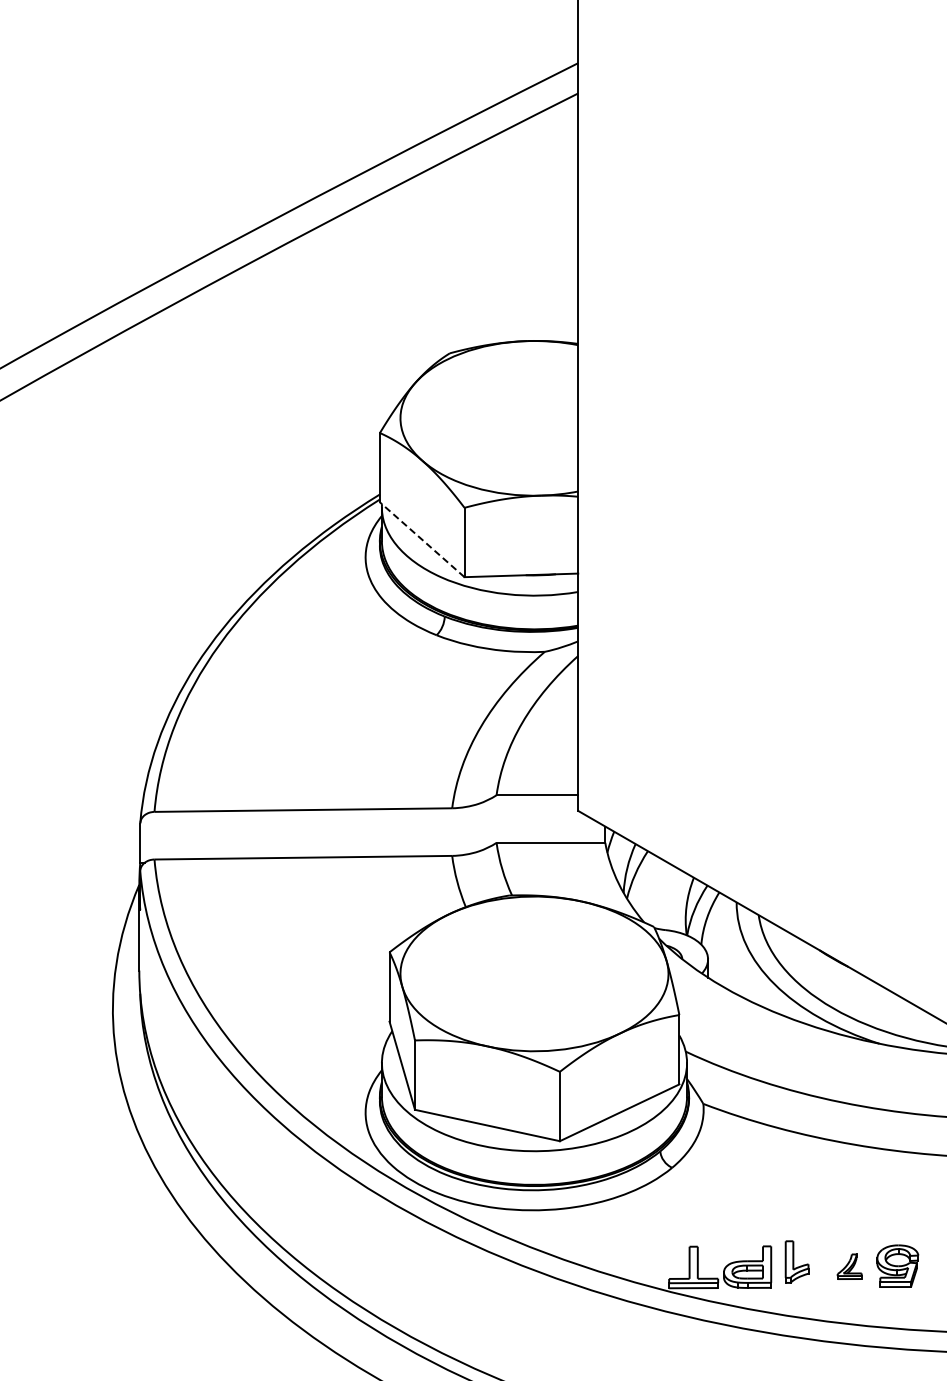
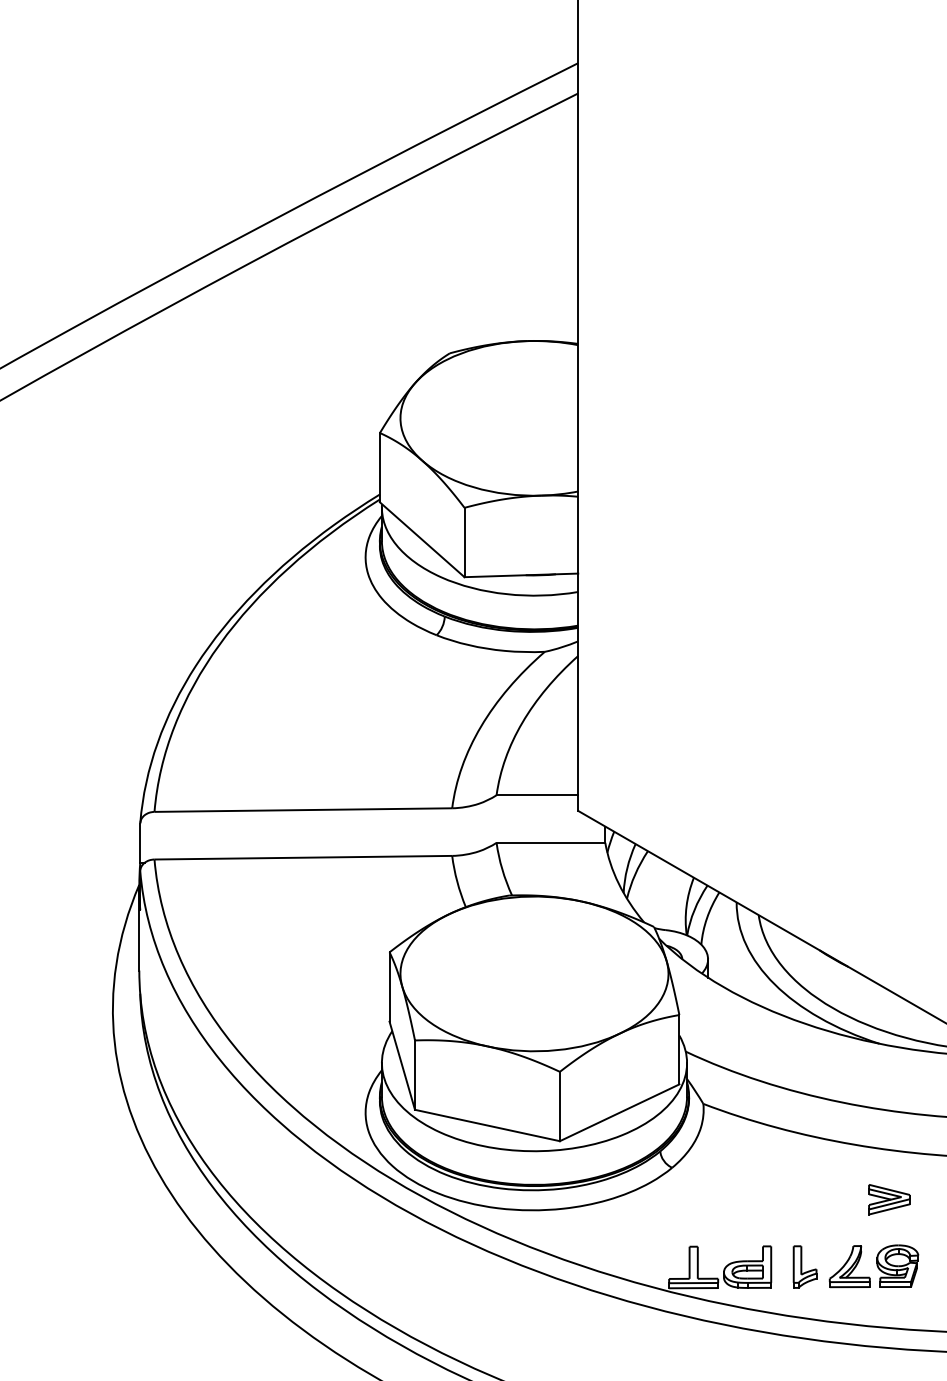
line at (421, 539): dashed -> solid
part at (889, 1199): none -> present
part at (796, 1261) position: (796, 1261) -> (804, 1266)
part at (849, 1266) size: 27x27 px -> 43x44 px
